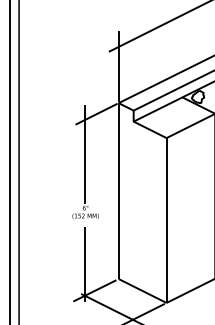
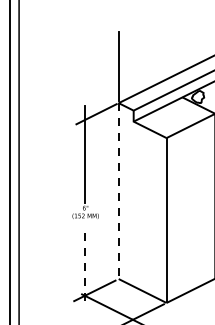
line at (158, 26): present -> none
line at (118, 191): solid -> dashed
line at (85, 264): solid -> dashed
